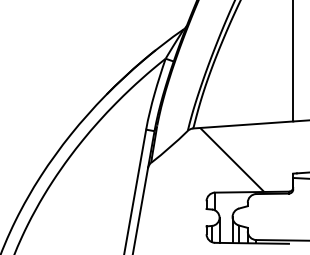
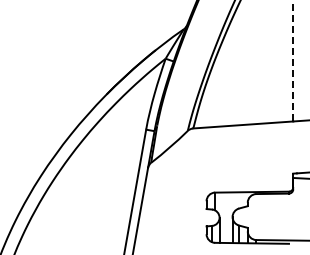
line at (293, 60): solid -> dashed
hatch at (232, 159): present -> none
